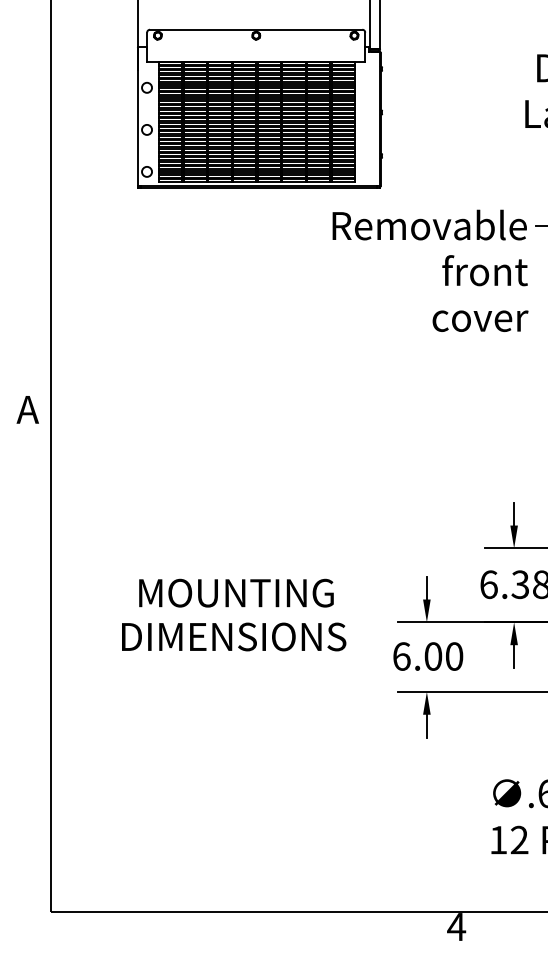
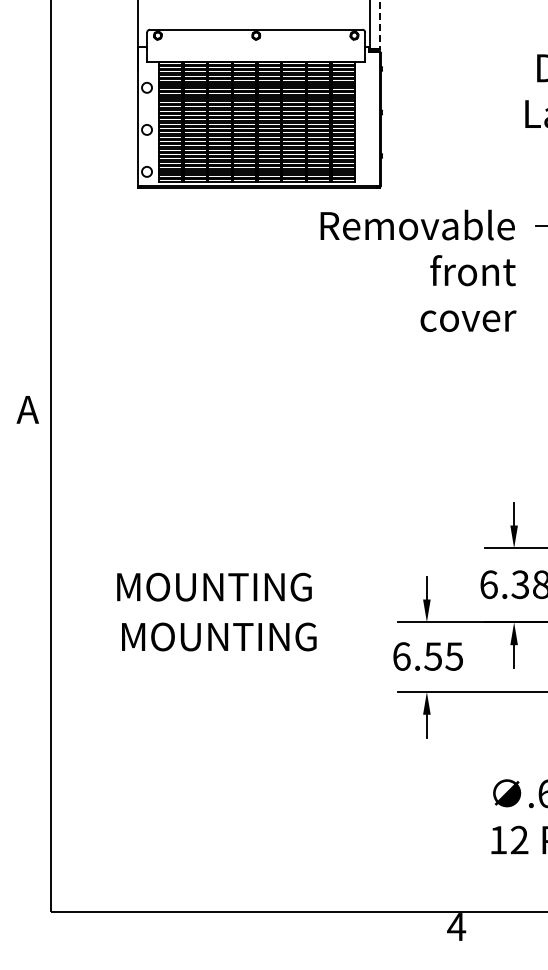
line at (380, 25): solid -> dashed
text at (430, 270) position: (430, 270) -> (418, 270)
text at (236, 592) position: (236, 592) -> (214, 586)
text at (235, 636): DIMENSIONS -> MOUNTING
text at (443, 656): 6.00 -> 6.55
